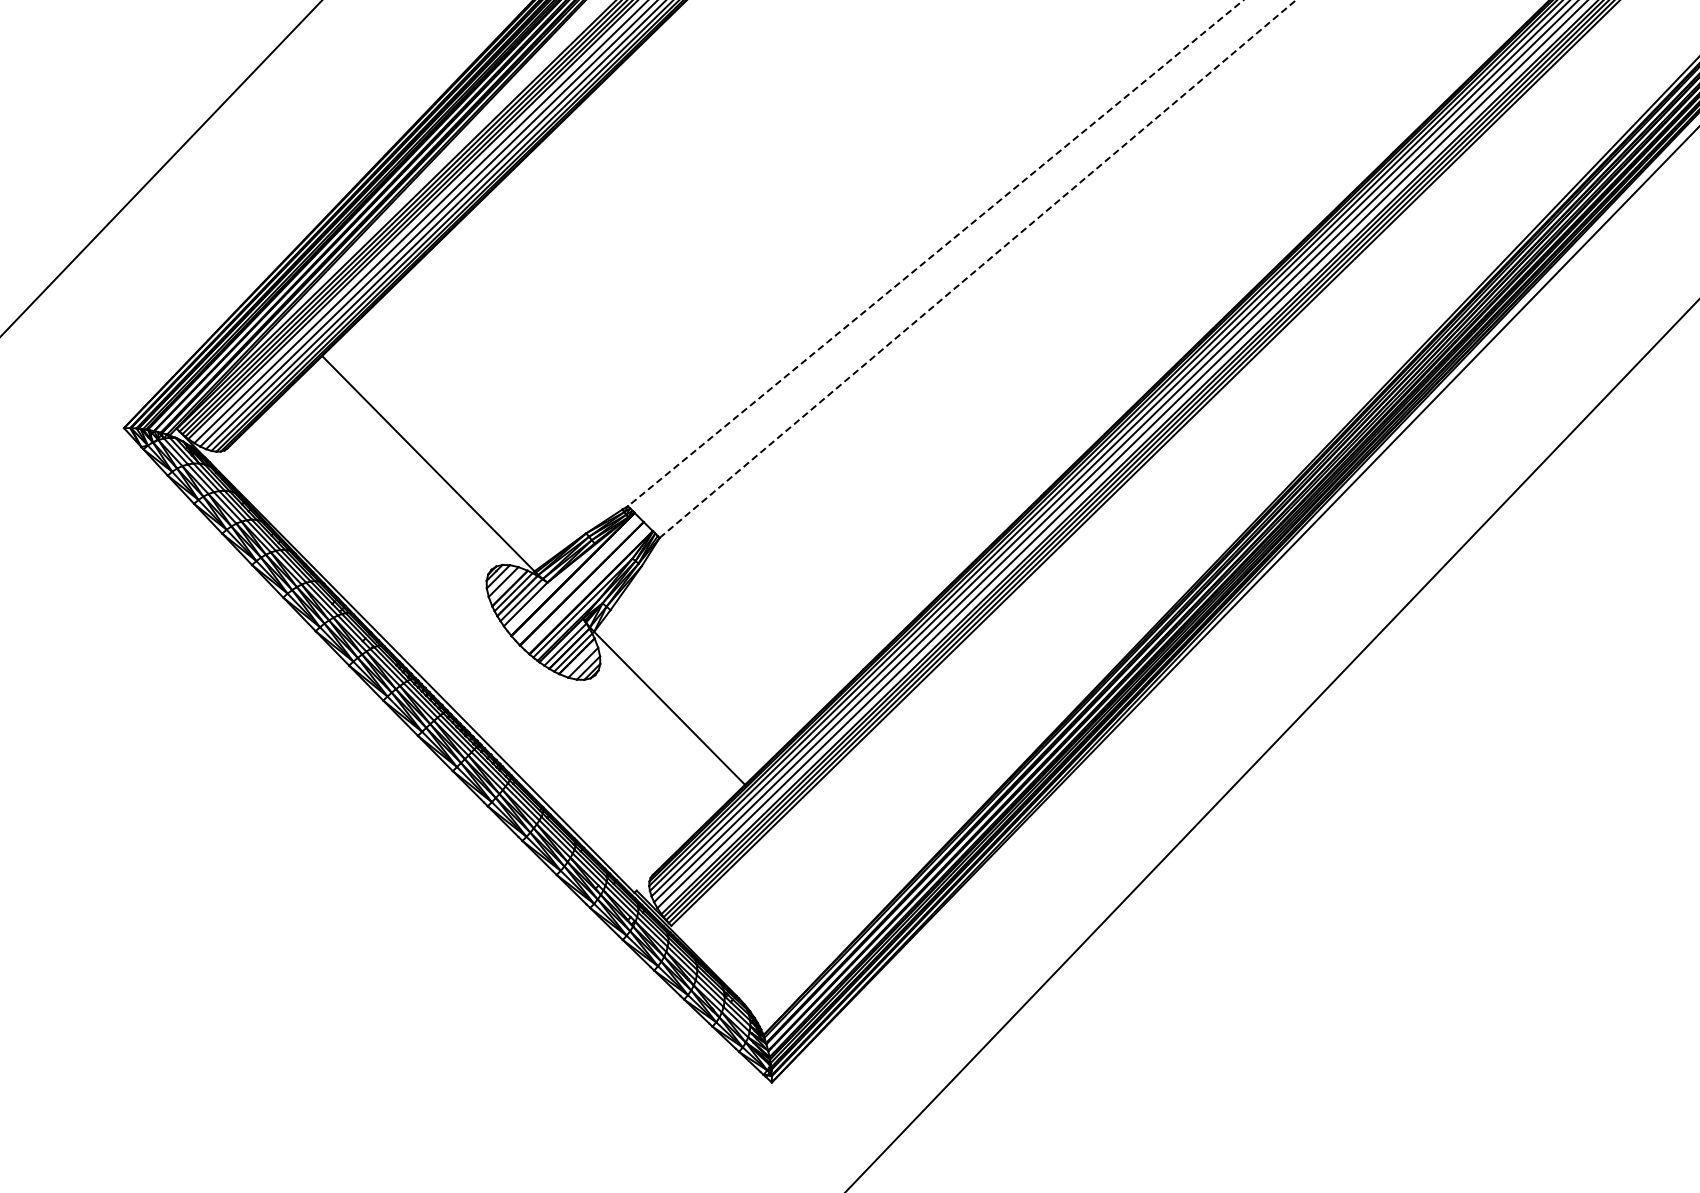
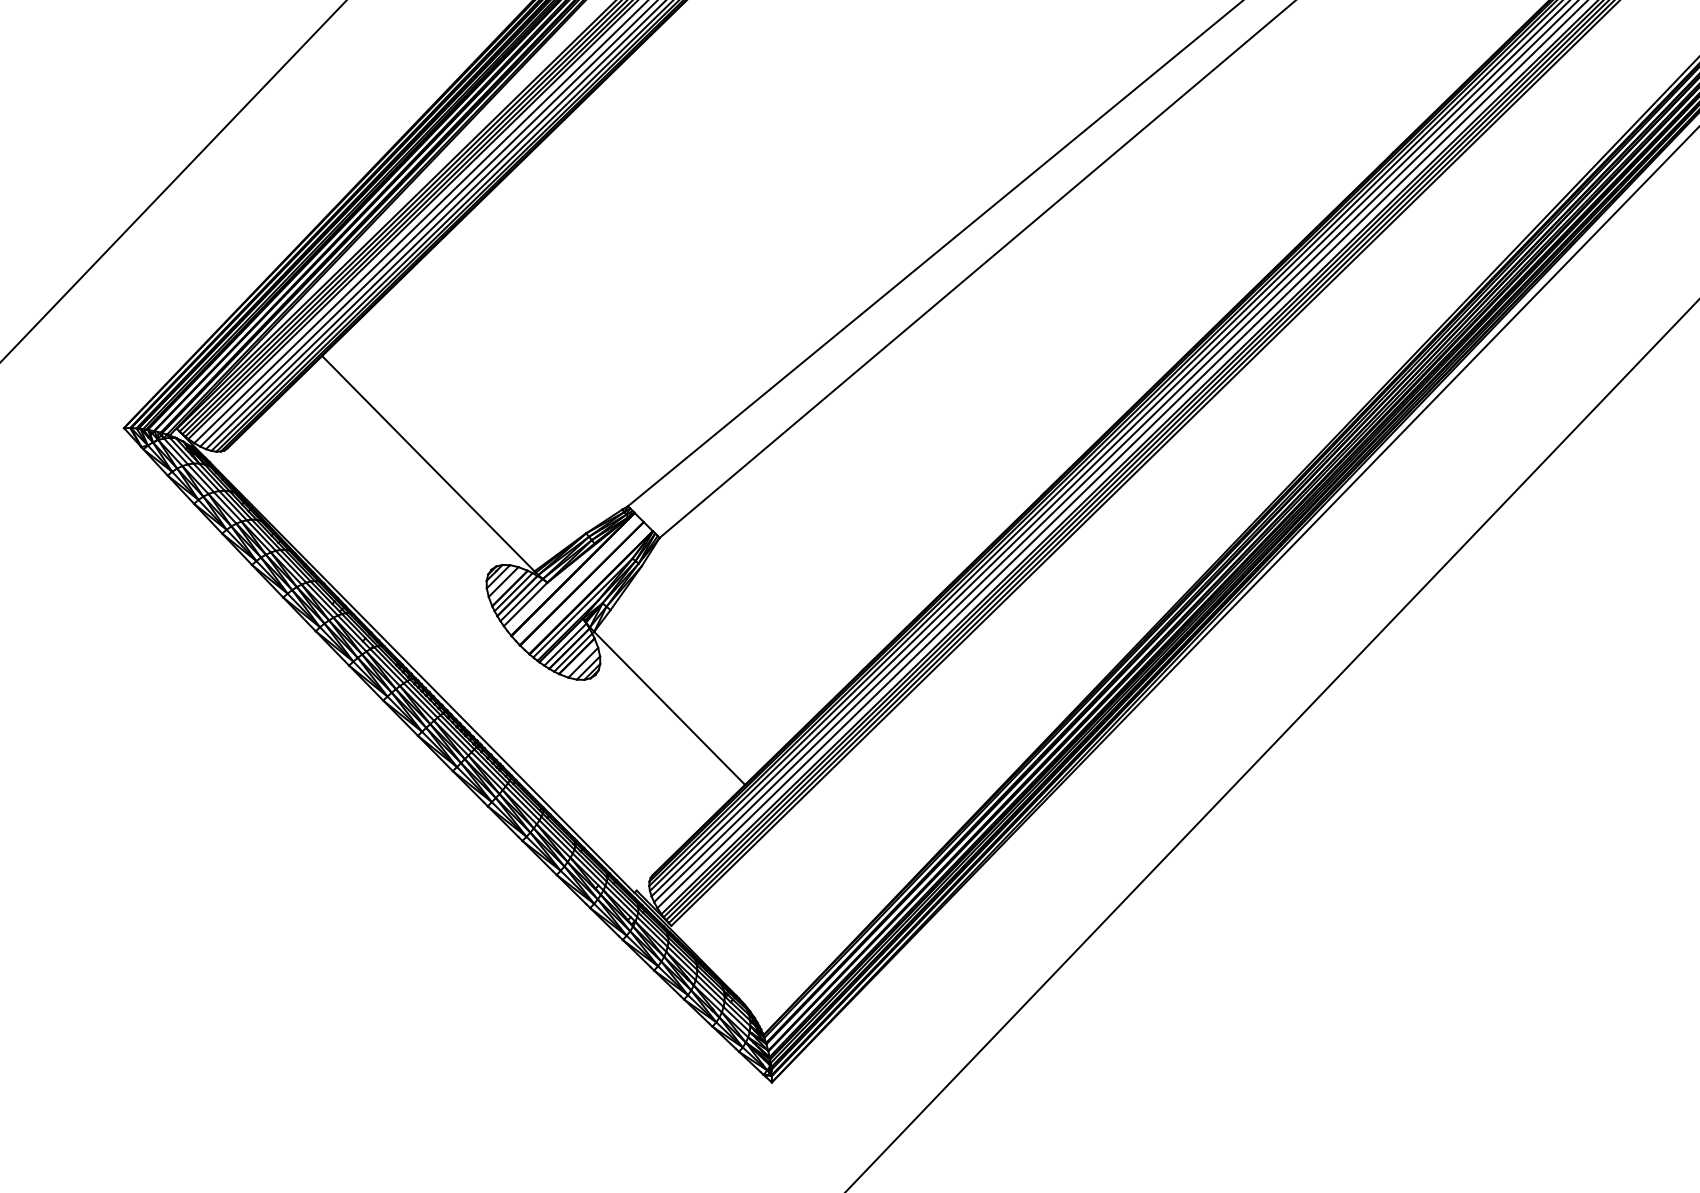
line at (161, 168) position: (161, 168) -> (173, 181)
line at (935, 253): dashed -> solid
line at (978, 268): dashed -> solid
